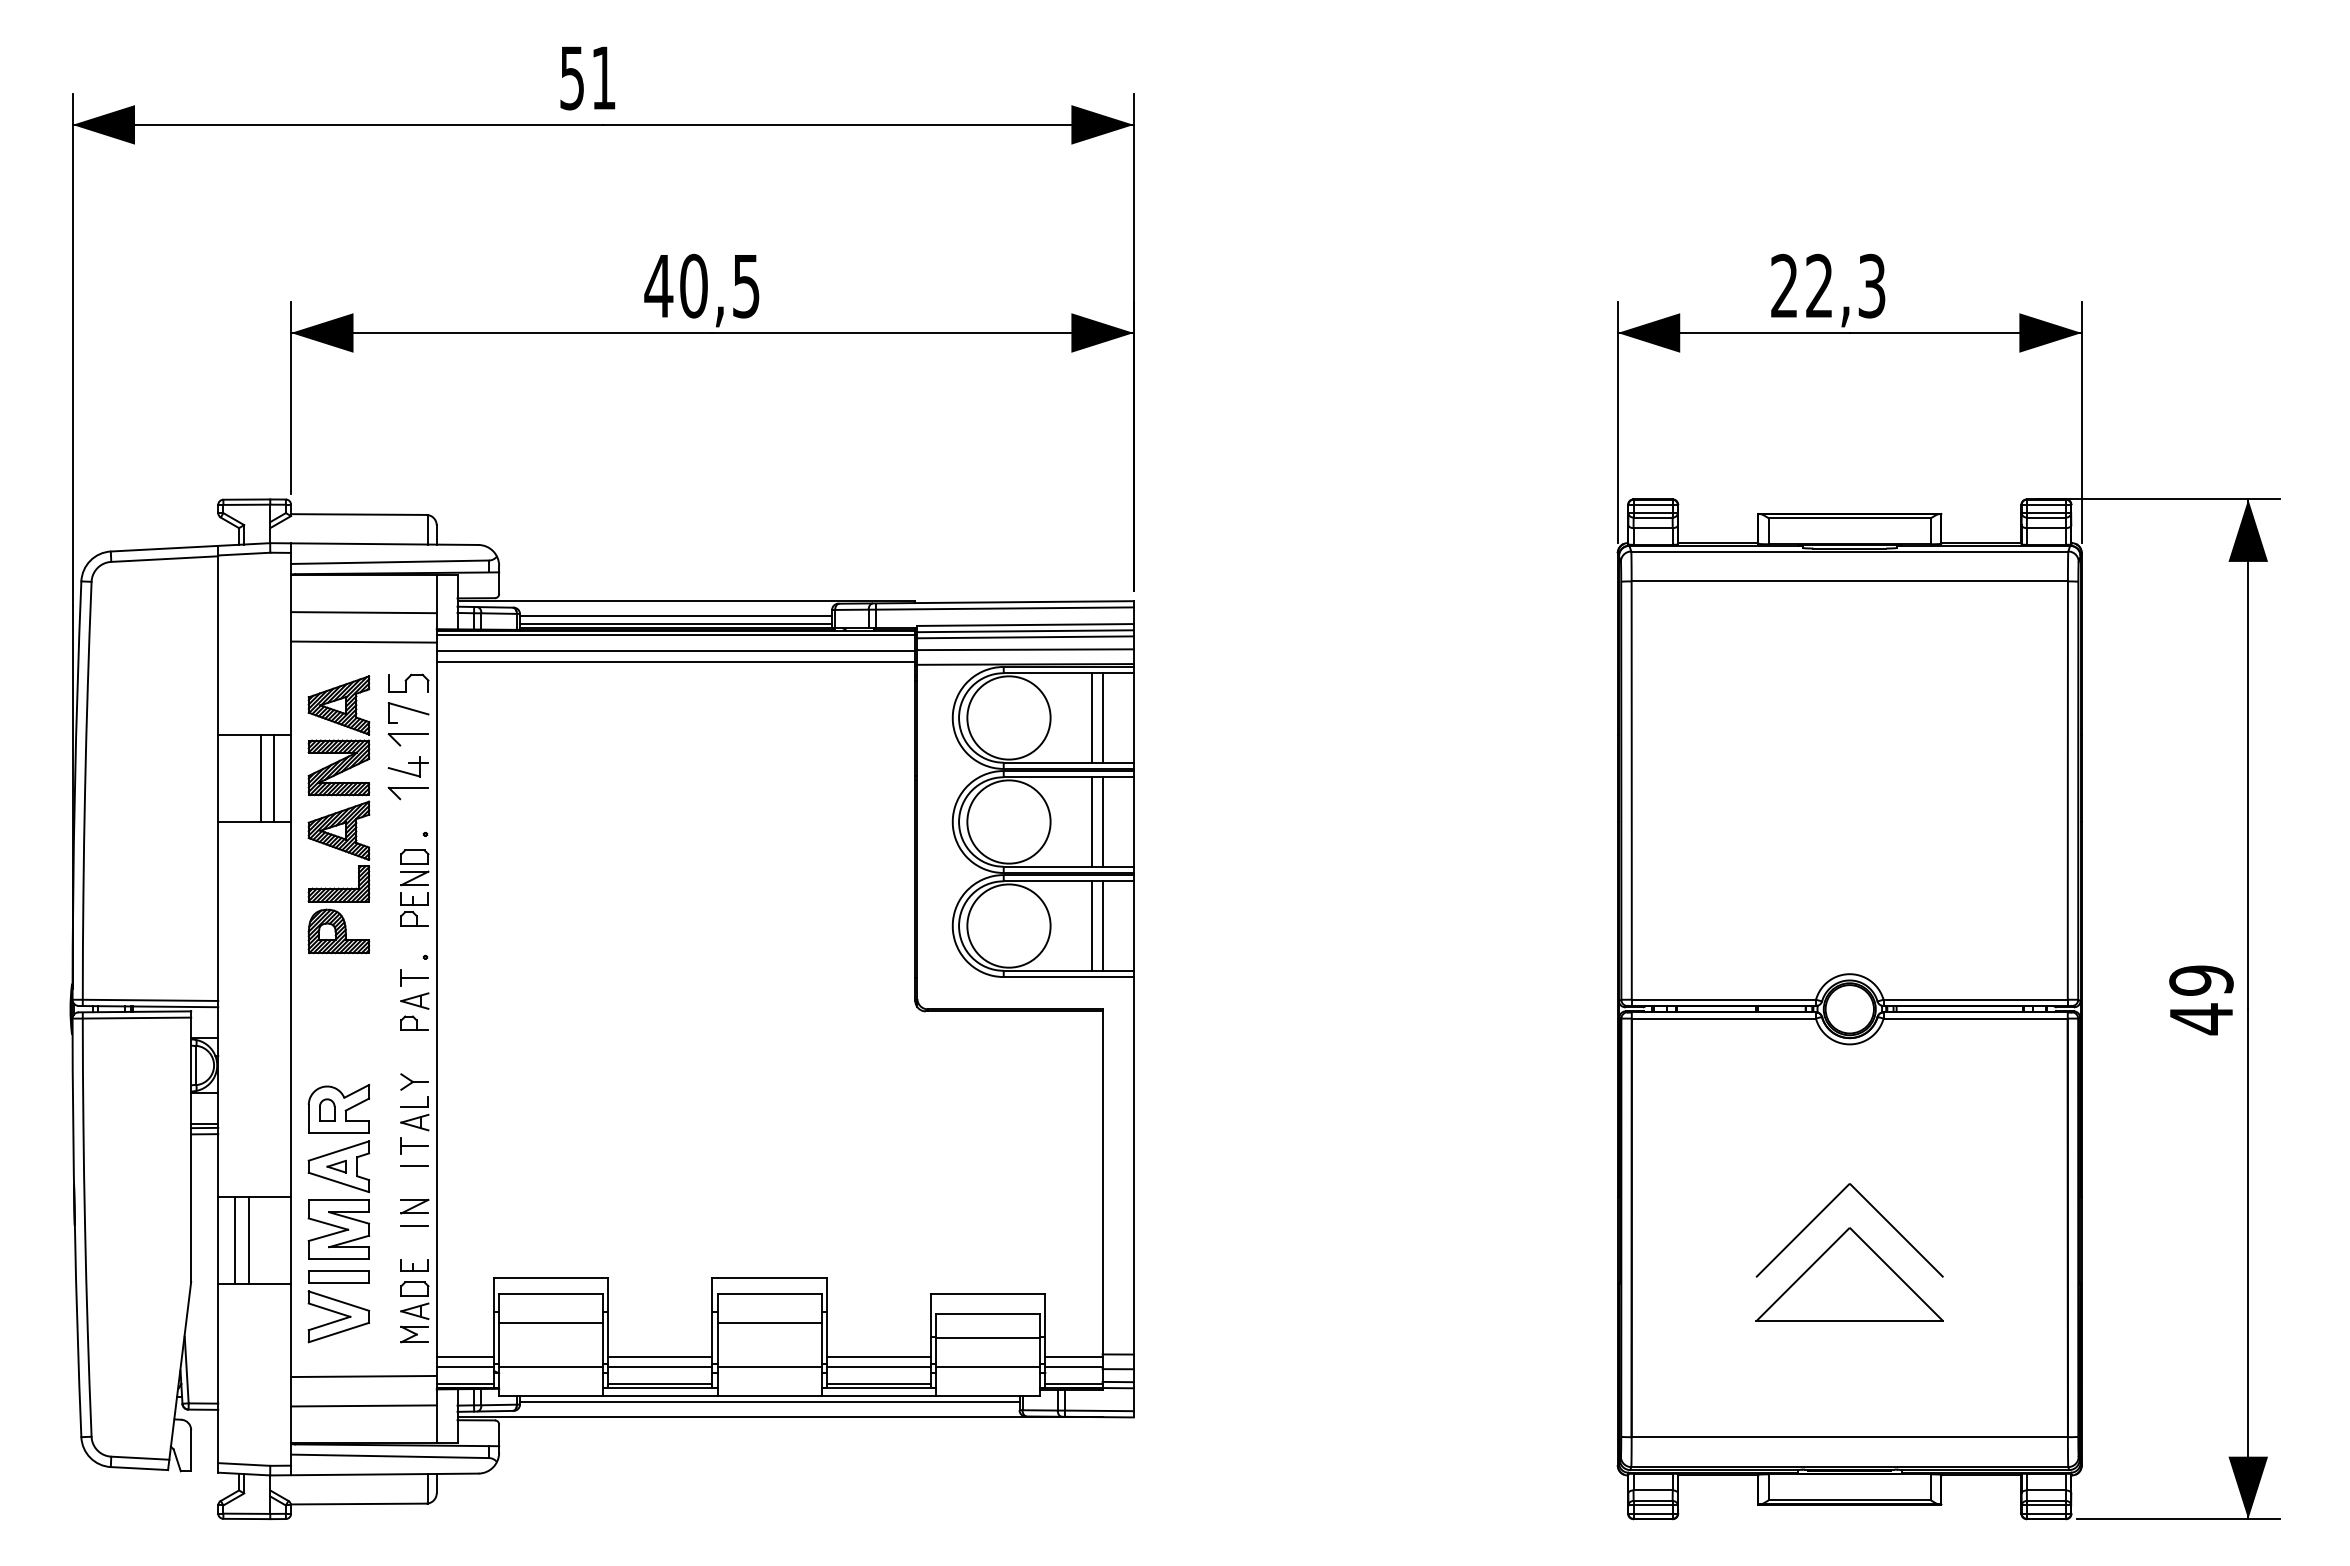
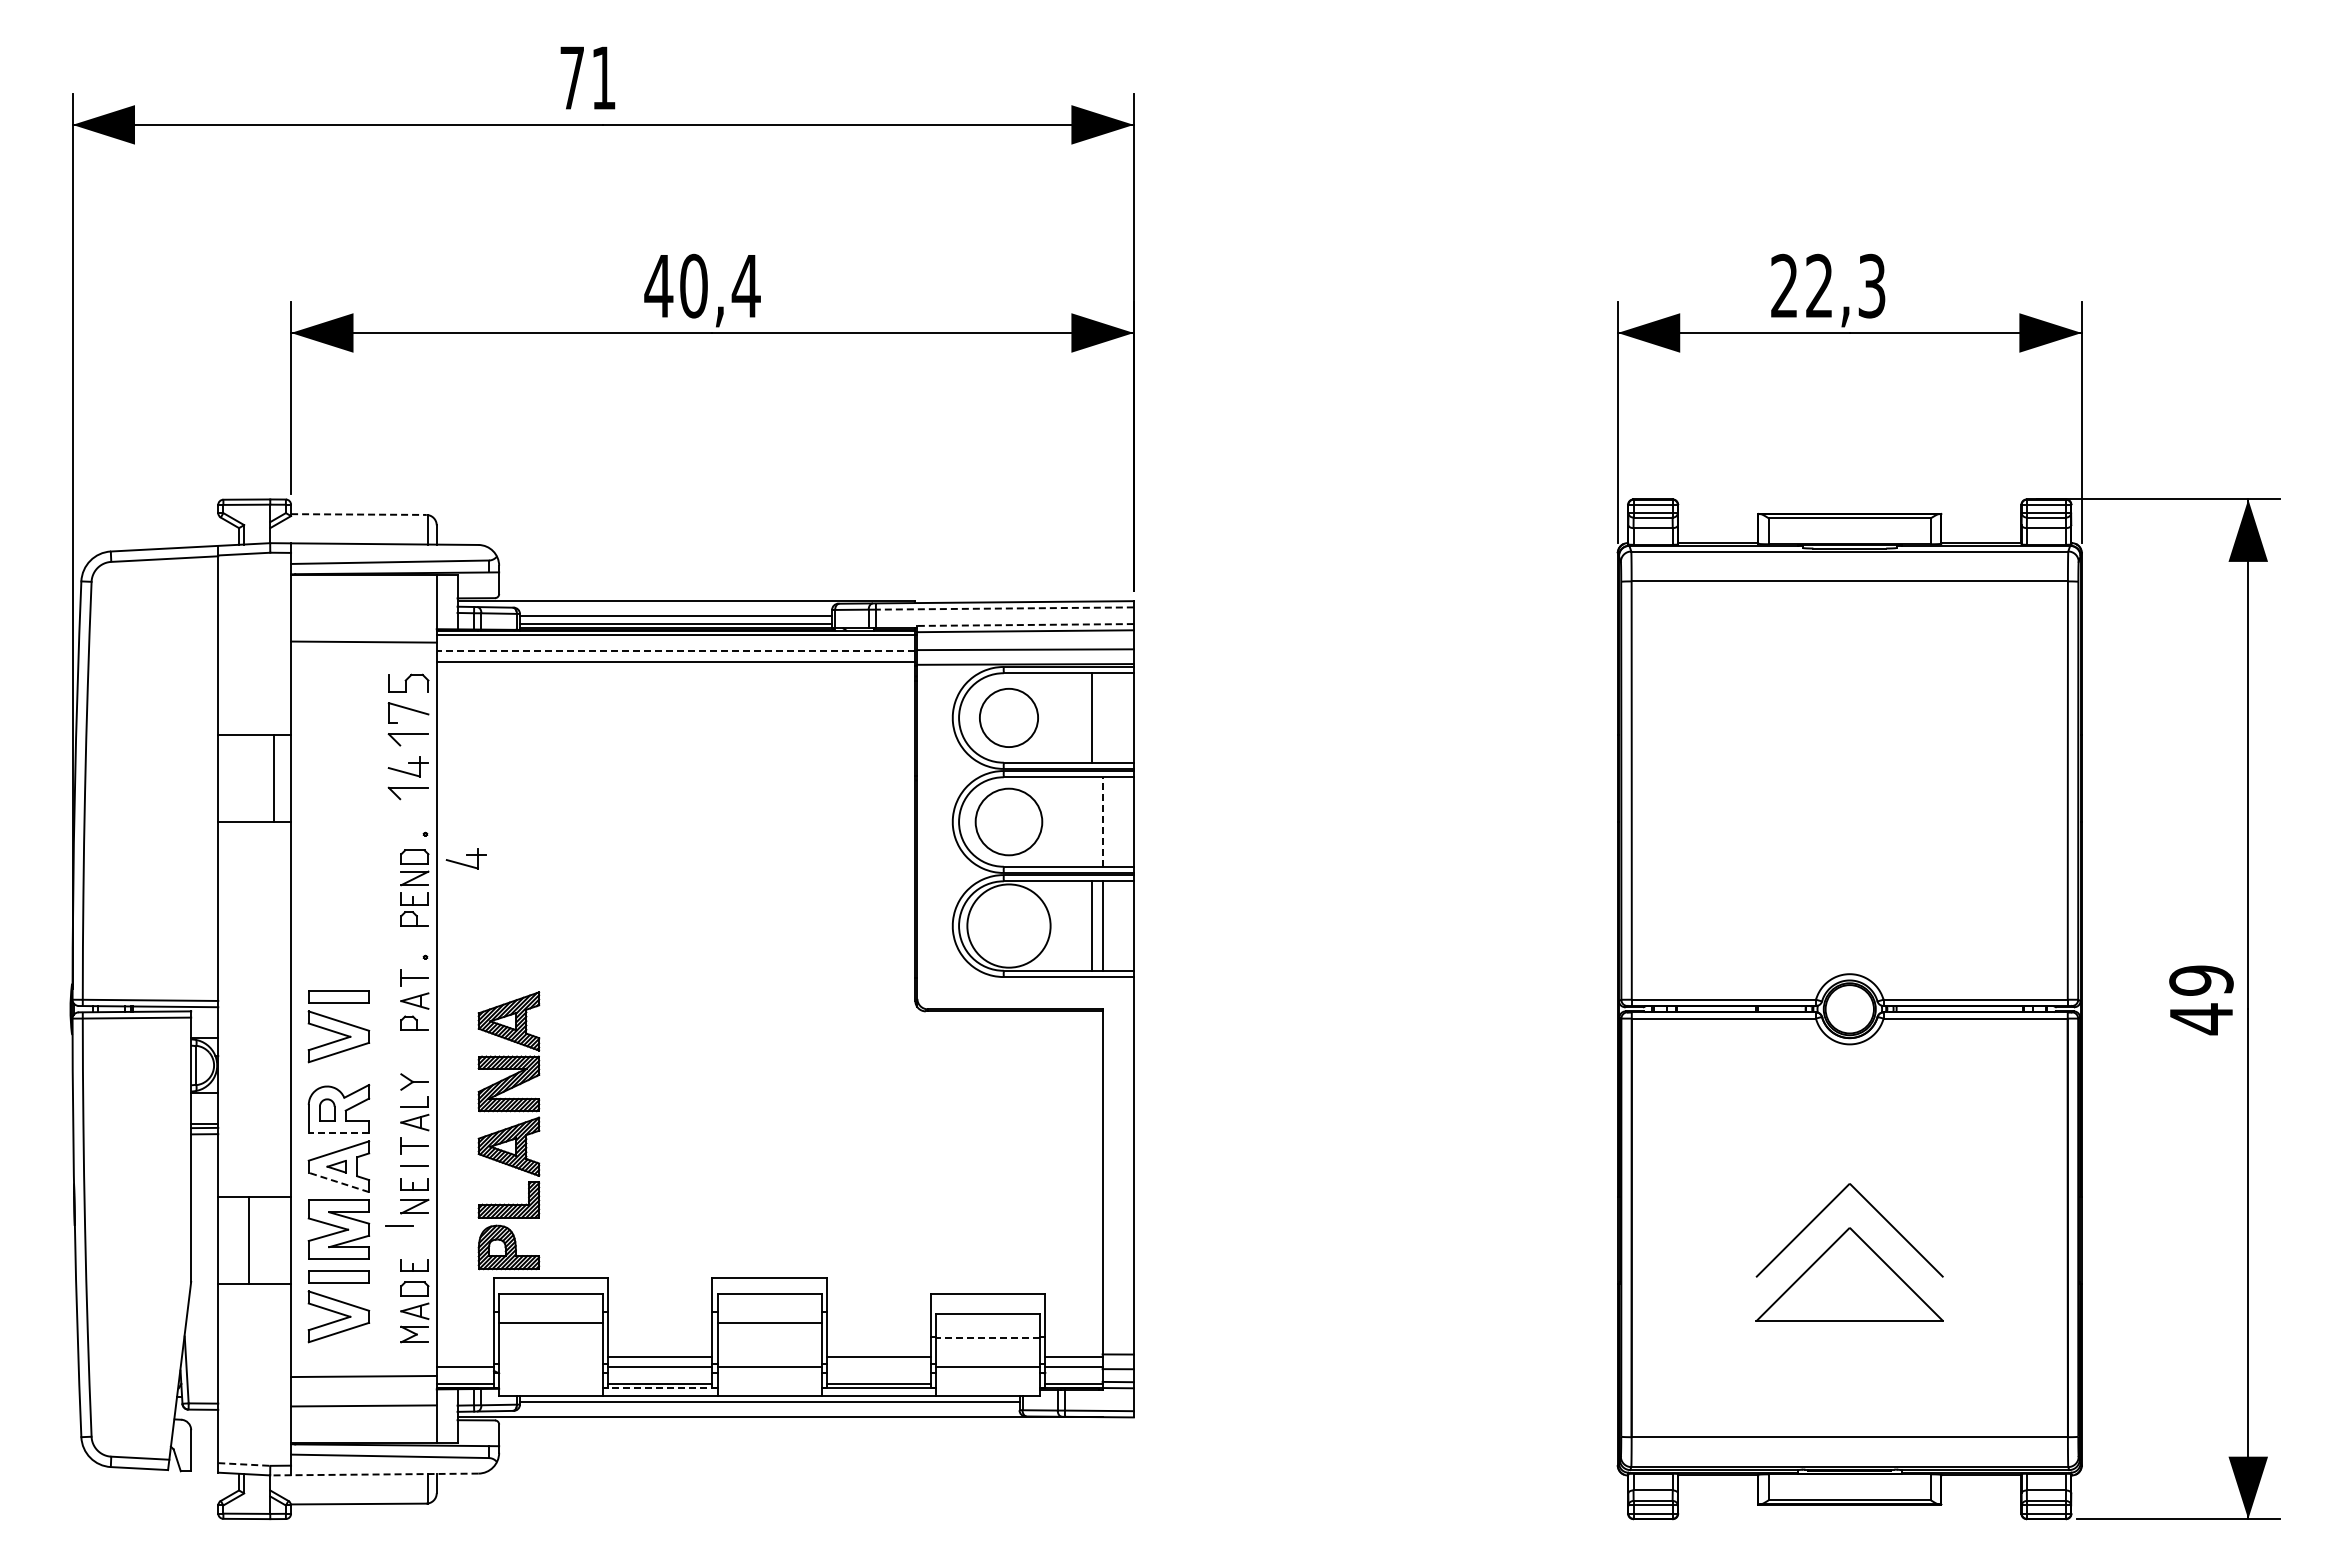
text at (571, 78): 51 -> 71
text at (745, 286): 40,5 -> 40,4
line at (358, 514): solid -> dashed
line at (1004, 608): solid -> dashed
line at (363, 612): present -> none
line at (1025, 625): solid -> dashed
line at (1025, 637): present -> none
line at (675, 651): solid -> dashed
circle at (1008, 717) diameter: 83 px -> 58 px
line at (1102, 717): present -> none
line at (261, 778): present -> none
part at (338, 814) position: (338, 814) -> (508, 1130)
circle at (1008, 821) diameter: 83 px -> 67 px
line at (1092, 821): present -> none
line at (1102, 822): solid -> dashed
part at (465, 858): none -> present
part at (338, 1026): none -> present
line at (338, 1133): solid -> dashed
line at (338, 1182): solid -> dashed
part at (414, 1184): none -> present
line at (414, 1225) position: (414, 1225) -> (399, 1225)
line at (234, 1239): present -> none
line at (987, 1337): solid -> dashed
line at (464, 1356): present -> none
line at (551, 1367): present -> none
line at (878, 1367): present -> none
line at (659, 1388): solid -> dashed
line at (244, 1464): solid -> dashed
line at (373, 1474): solid -> dashed
